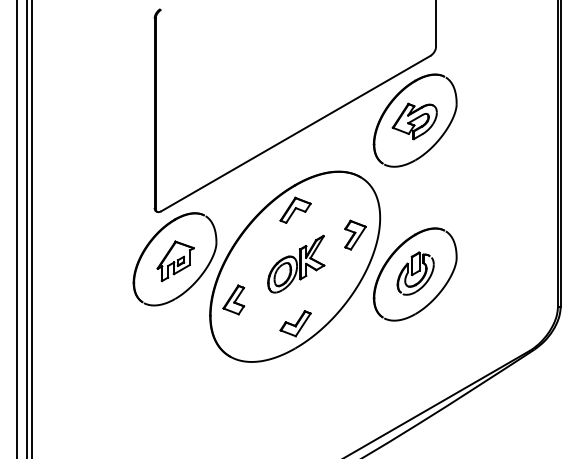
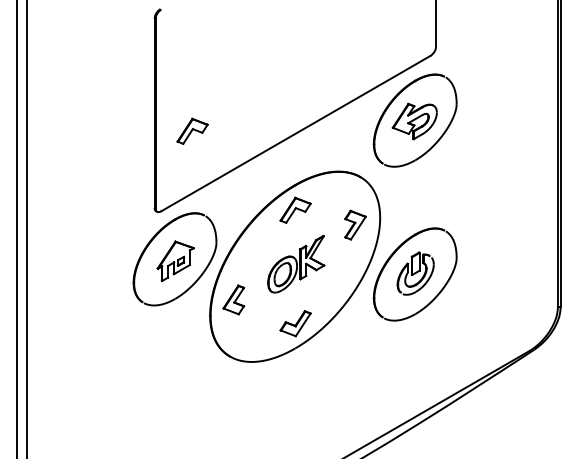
part at (192, 130): none -> present
line at (31, 228): present -> none
part at (355, 234) position: (355, 234) -> (355, 224)
